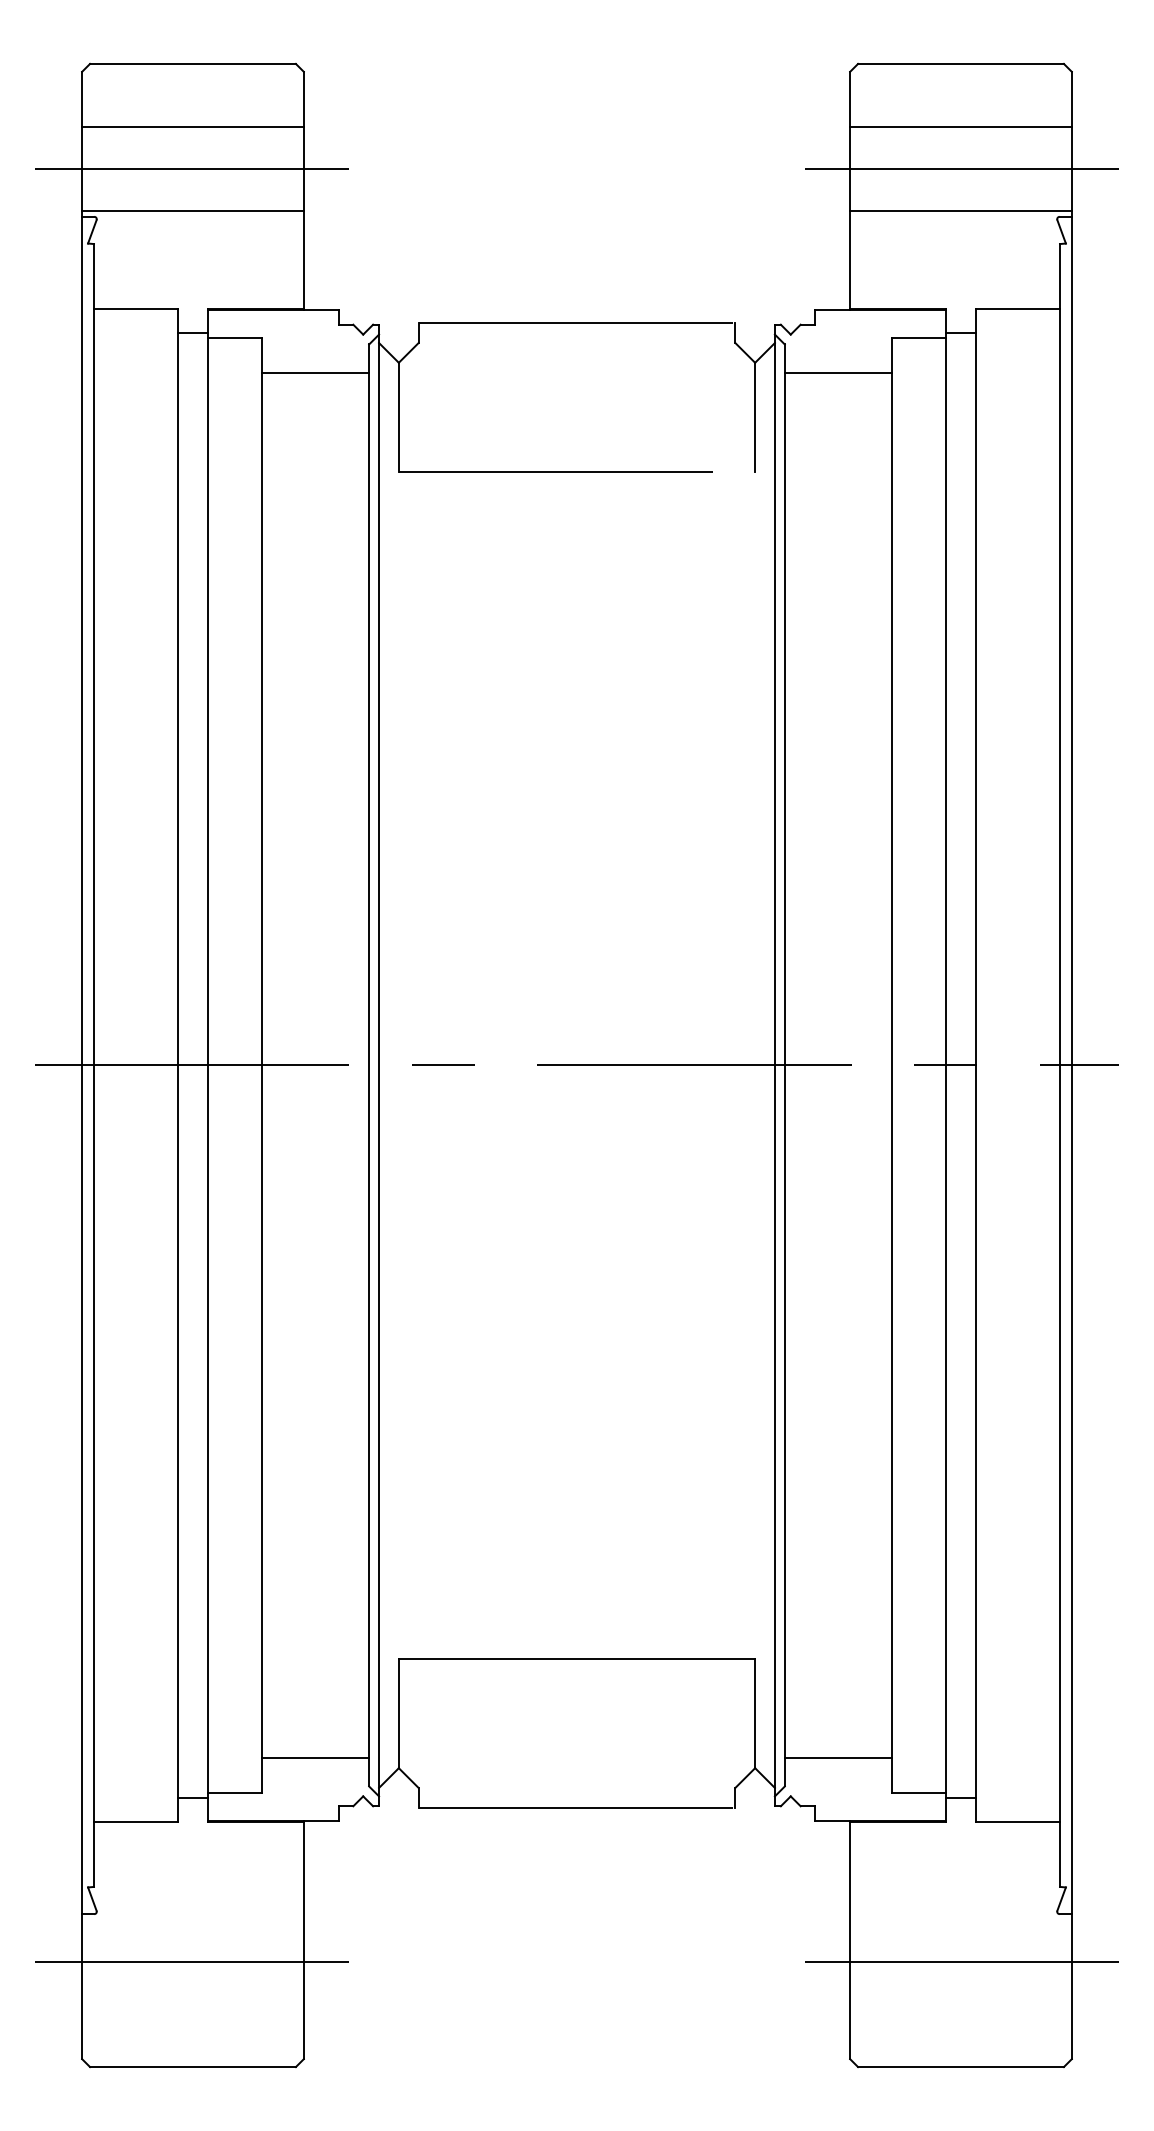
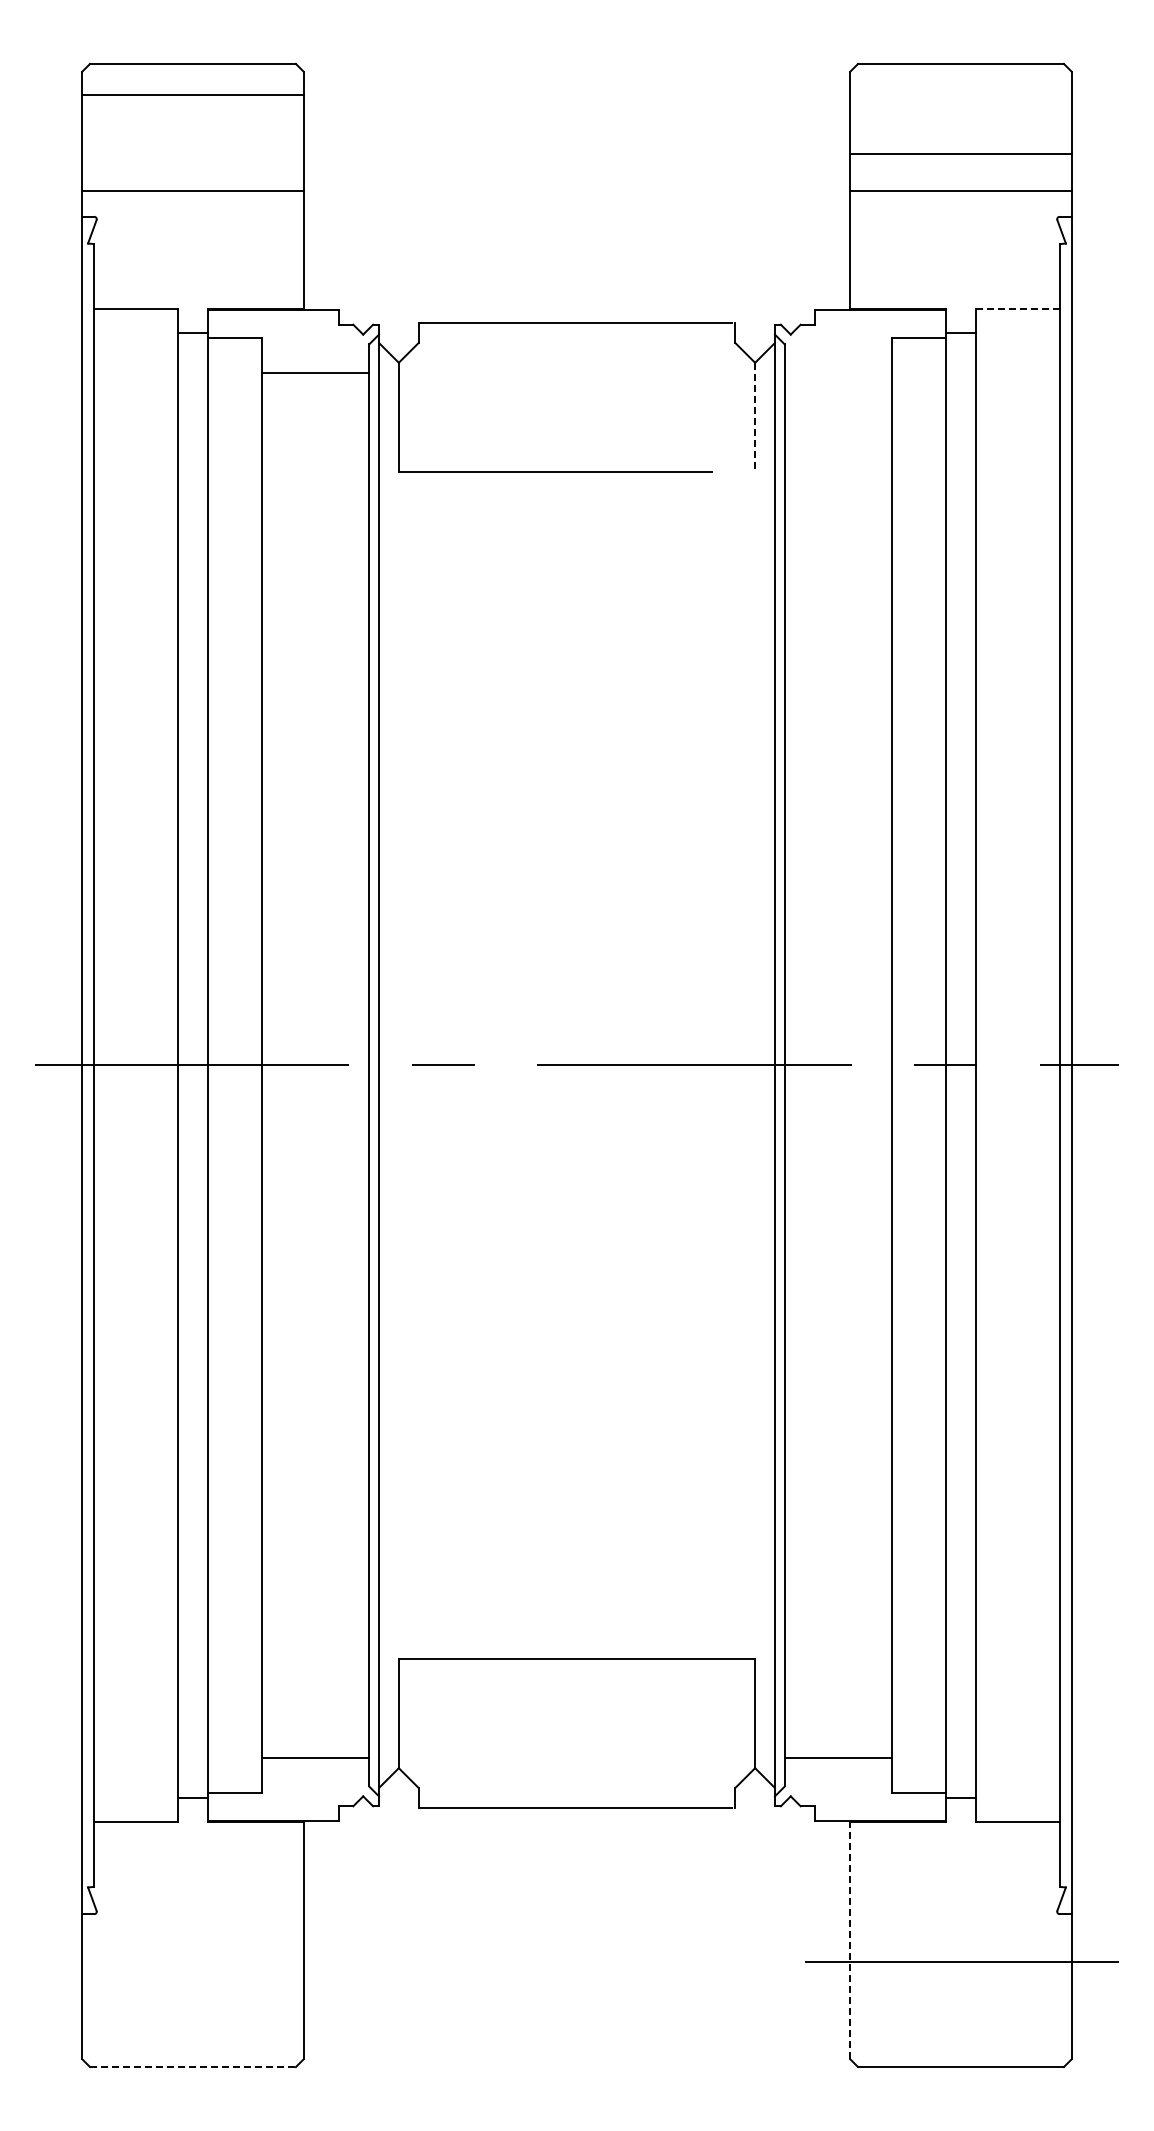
line at (192, 127) position: (192, 127) -> (192, 95)
line at (960, 127) position: (960, 127) -> (960, 154)
line at (192, 169): present -> none
line at (960, 169): present -> none
line at (192, 211) position: (192, 211) -> (192, 191)
line at (960, 211) position: (960, 211) -> (960, 191)
line at (1017, 308): solid -> dashed
line at (837, 372): present -> none
line at (755, 417): solid -> dashed
line at (850, 1939): solid -> dashed
line at (192, 1961): present -> none
line at (192, 2067): solid -> dashed
